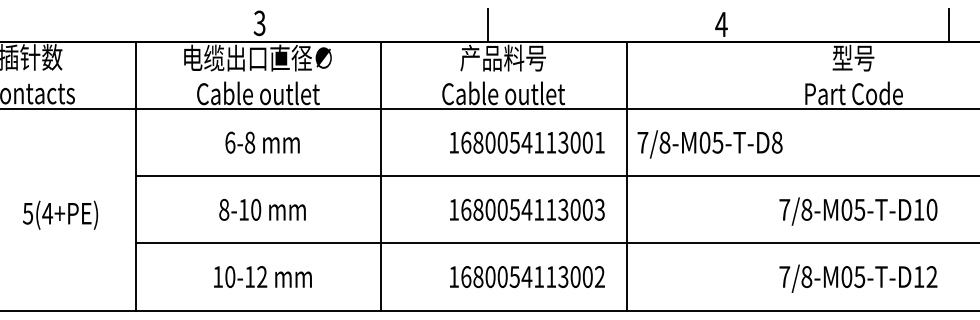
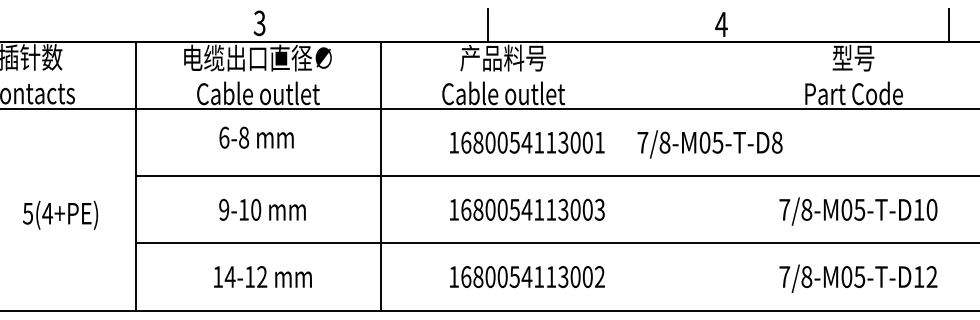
text at (262, 142) position: (262, 142) -> (256, 137)
line at (626, 176): present -> none
text at (224, 209): 8-10 -> 9-10
text at (229, 276): 10-12 -> 14-12
